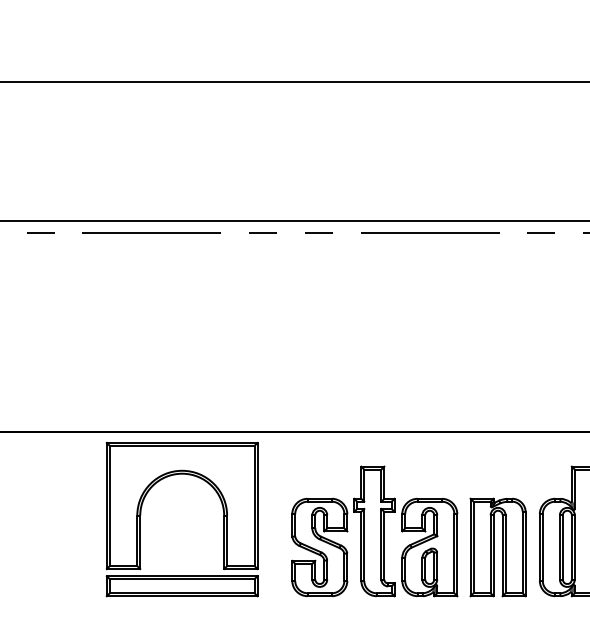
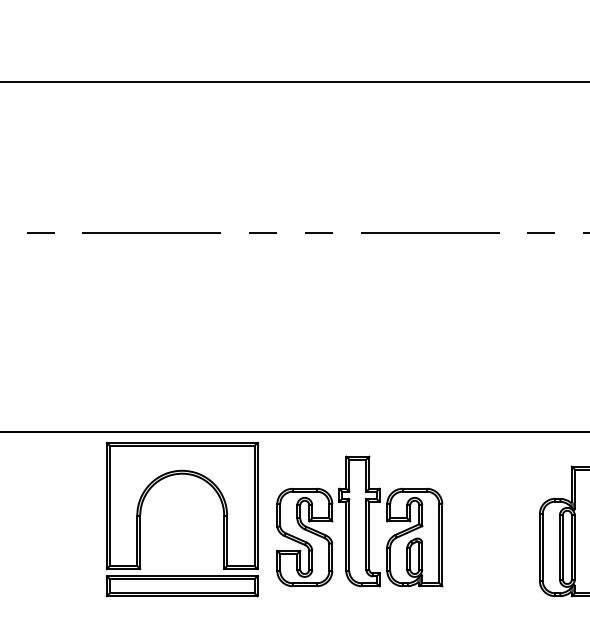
line at (294, 221): present -> none
part at (374, 531) position: (374, 531) -> (359, 521)
part at (497, 547): present -> none
